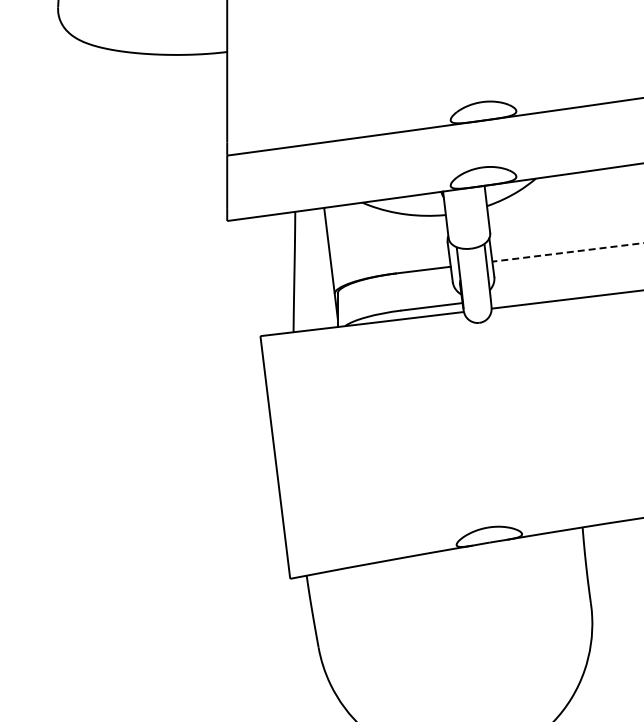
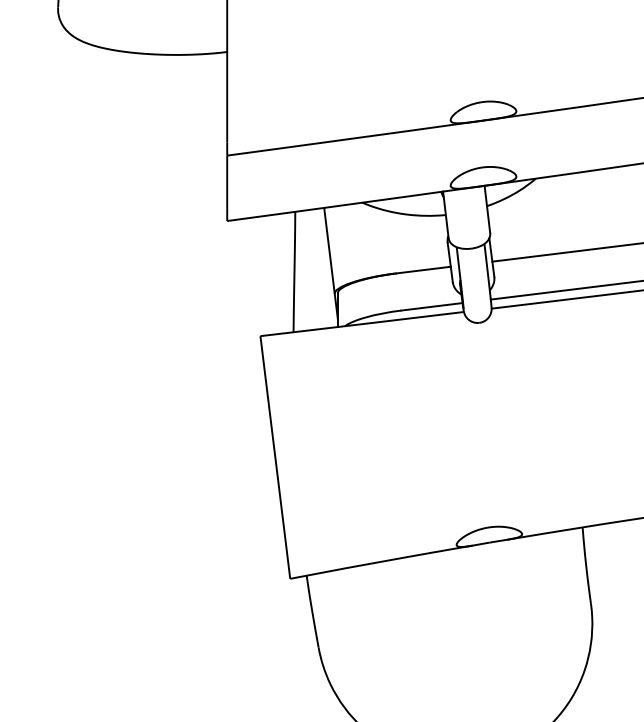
line at (567, 252): dashed -> solid
line at (565, 290): none -> present
